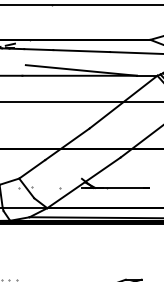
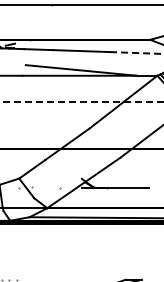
line at (136, 53): solid -> dashed
line at (81, 101): solid -> dashed
